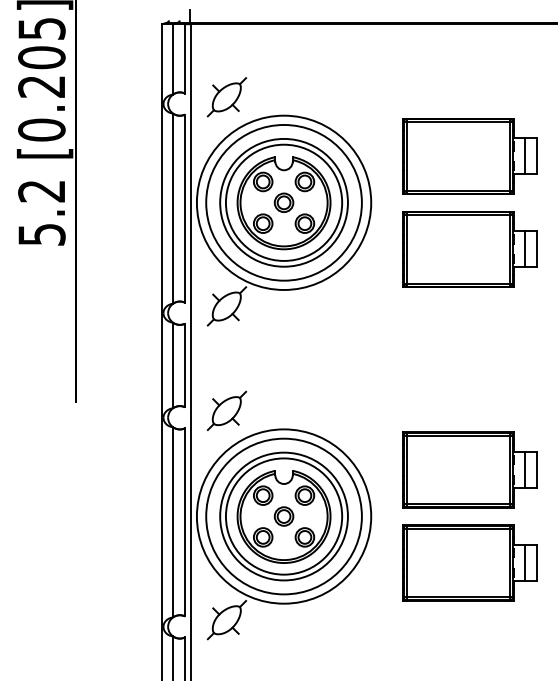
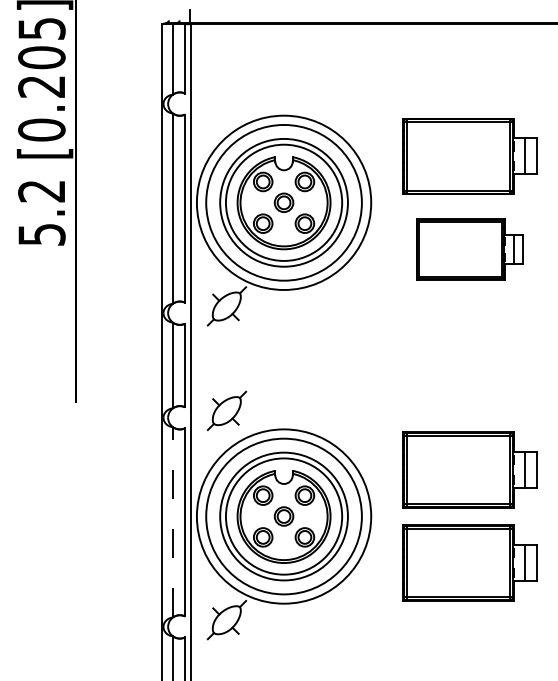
part at (226, 97): present -> none
part at (469, 249) size: 136x77 px -> 108x63 px
line at (172, 521): solid -> dashed
